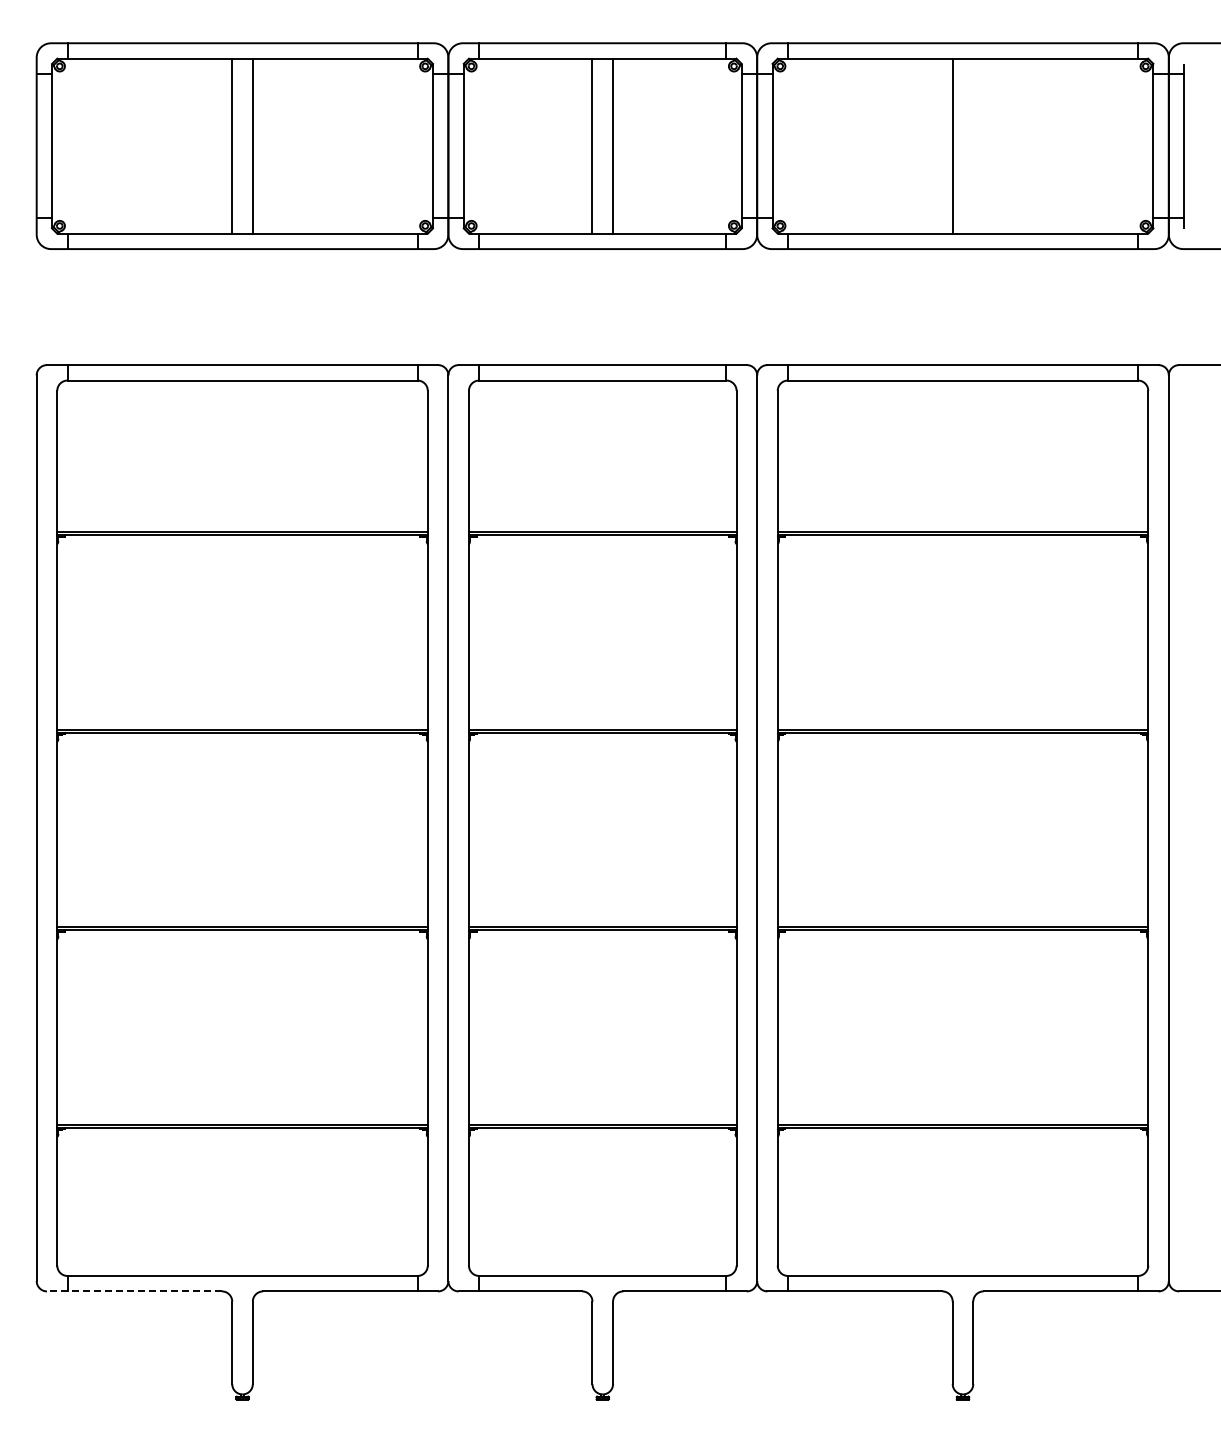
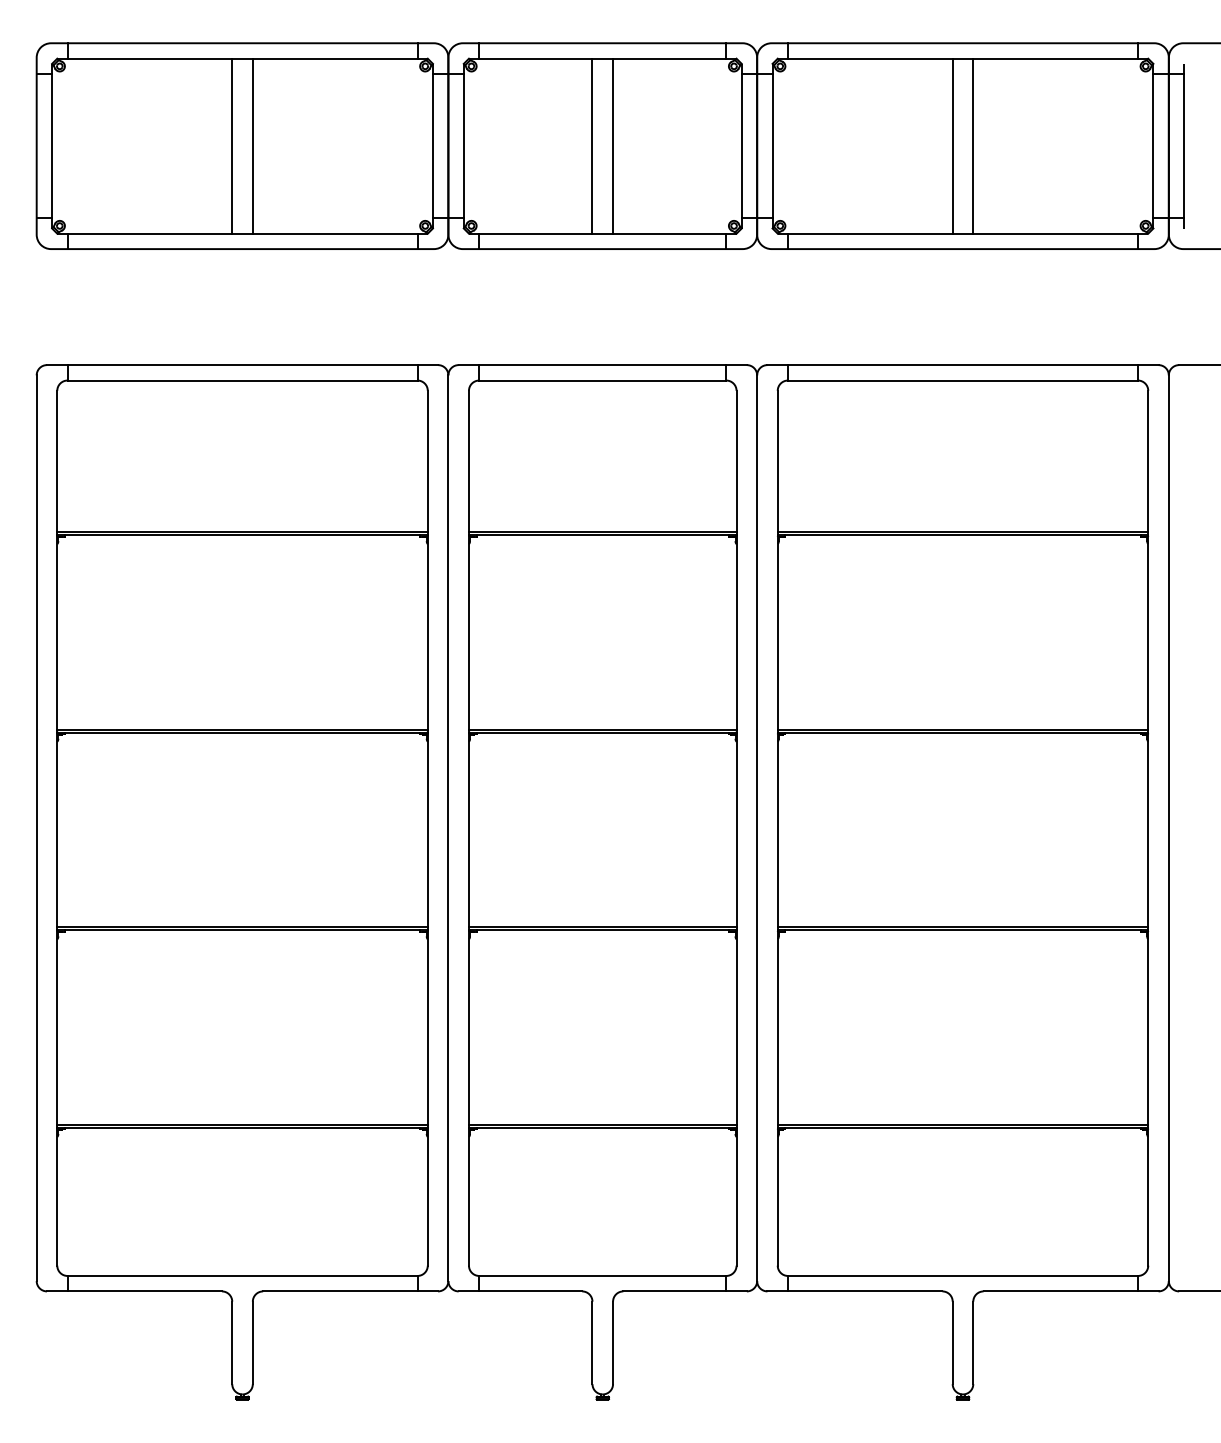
line at (973, 145): none -> present
line at (133, 1291): dashed -> solid
